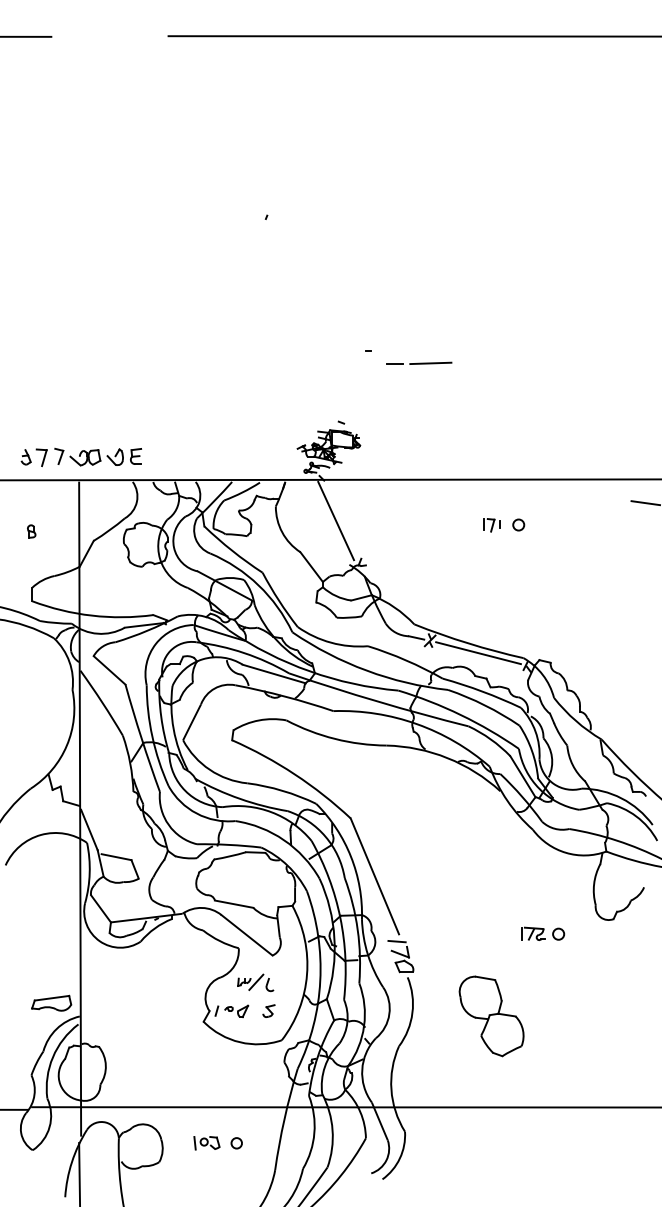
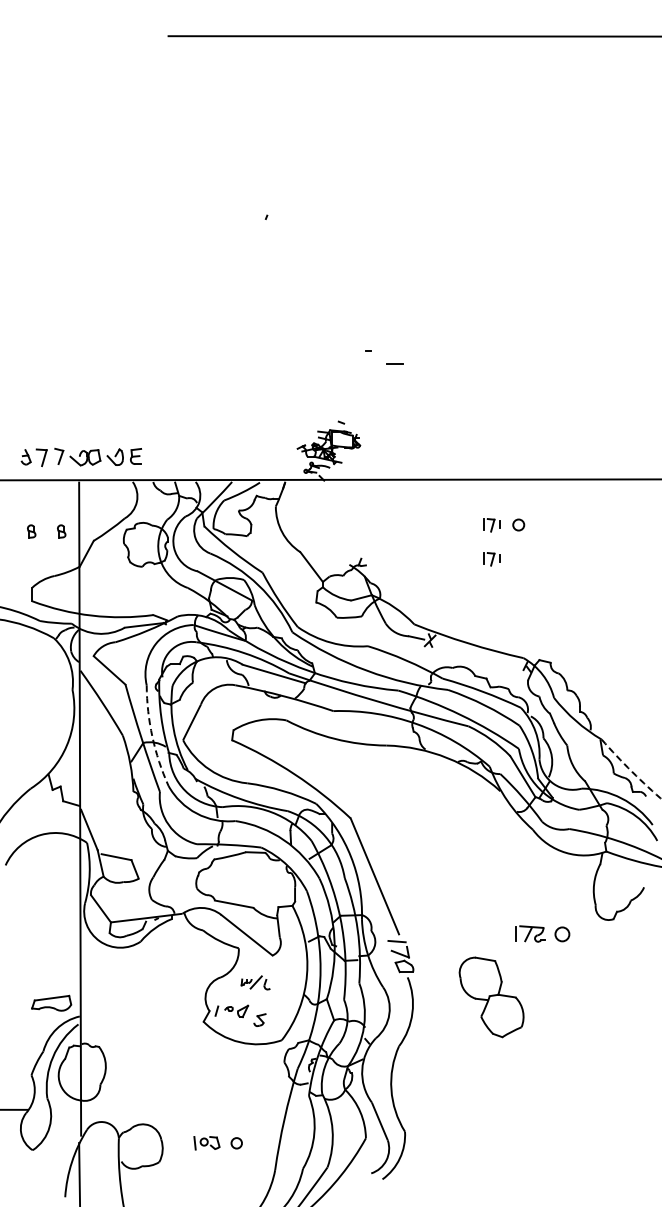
line at (26, 36): present -> none
line at (430, 363): present -> none
line at (644, 502): present -> none
line at (336, 520): present -> none
part at (61, 531): none -> present
part at (491, 559): none -> present
line at (478, 653): present -> none
arc at (152, 736): solid -> dashed
arc at (631, 771): solid -> dashed
part at (543, 933) size: 45x15 px -> 56x18 px
part at (255, 982) size: 38x20 px -> 31x16 px
part at (268, 1010) position: (268, 1010) -> (259, 1019)
part at (491, 1016) position: (491, 1016) -> (491, 997)
line at (345, 1107): present -> none
